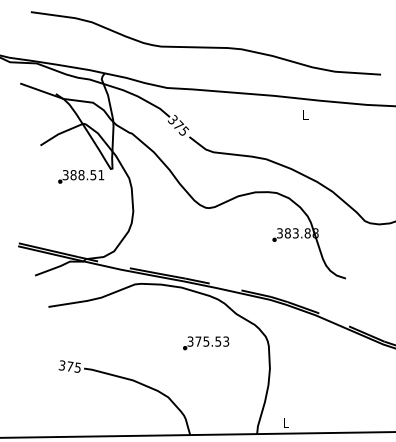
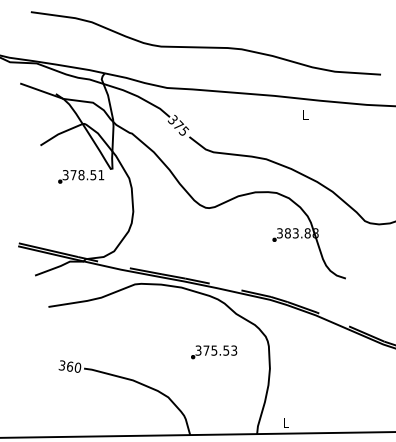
text at (73, 175): 388.51 -> 378.51
text at (206, 343) position: (206, 343) -> (214, 352)
text at (74, 366): 375 -> 360
